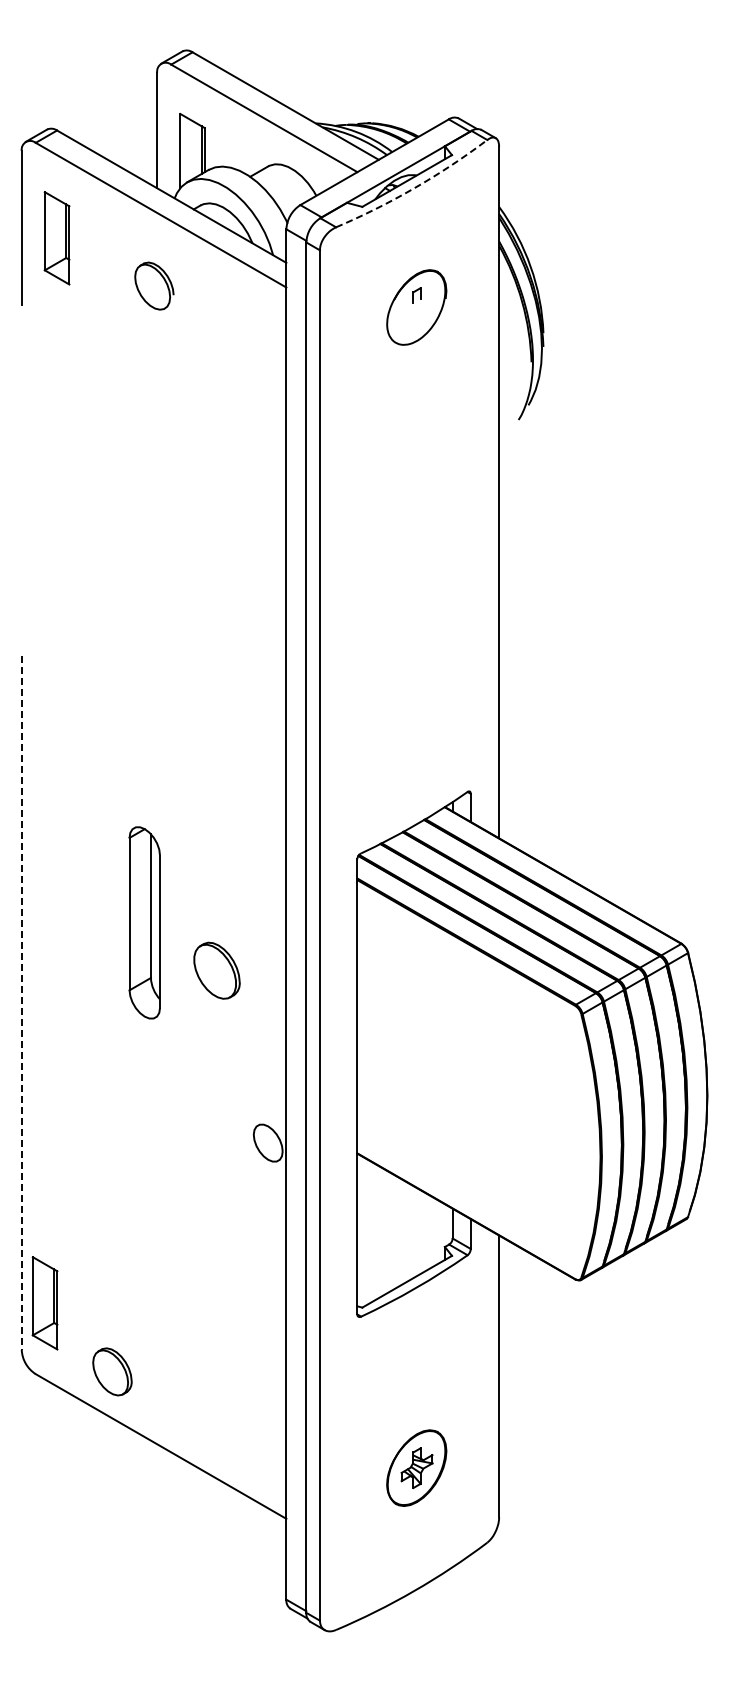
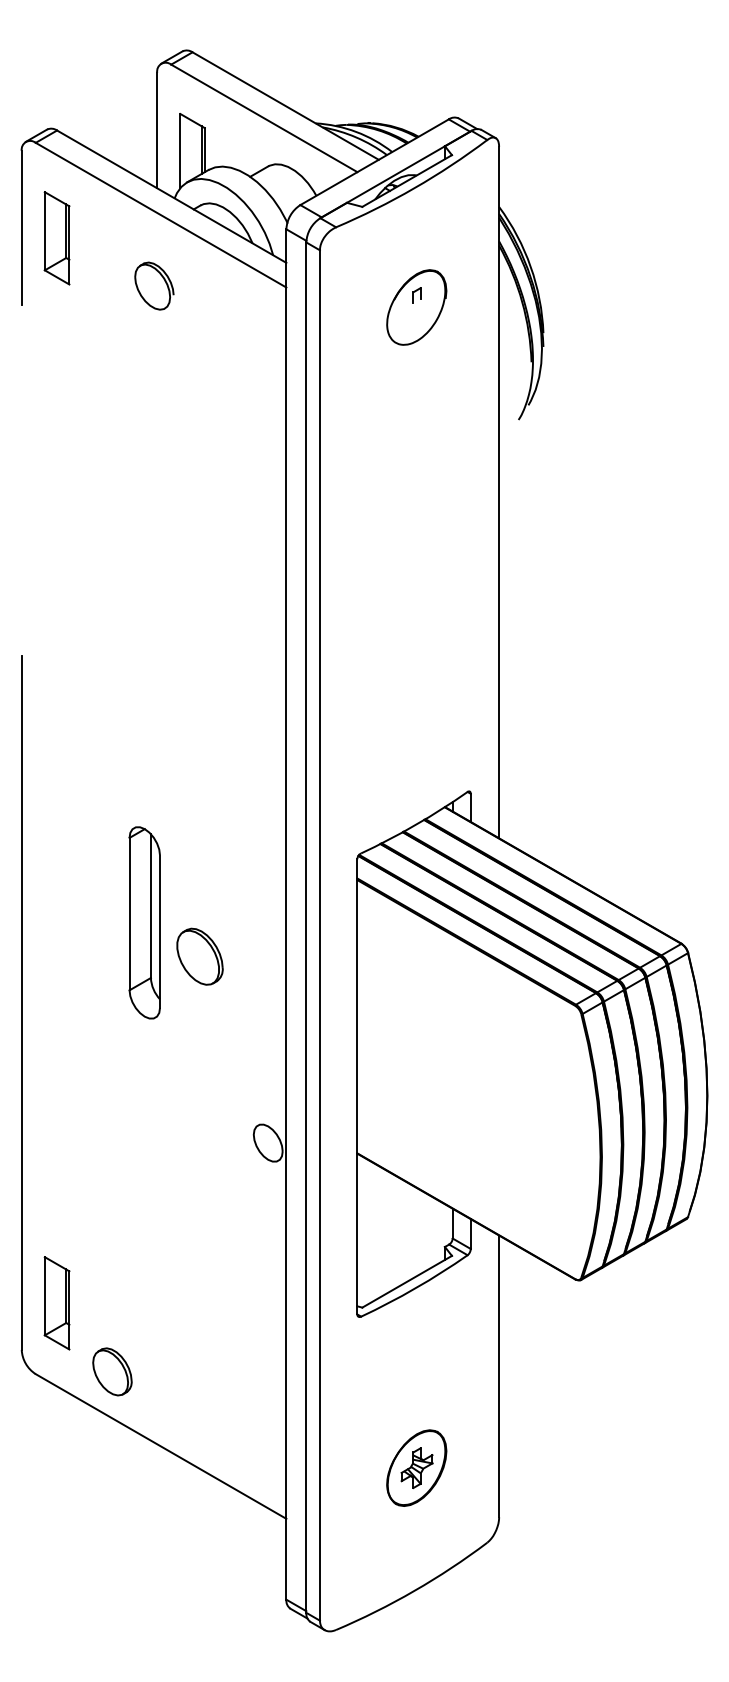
arc at (414, 188): dashed -> solid
part at (216, 970) position: (216, 970) -> (199, 956)
line at (21, 1002): dashed -> solid
part at (44, 1303) position: (44, 1303) -> (56, 1303)
